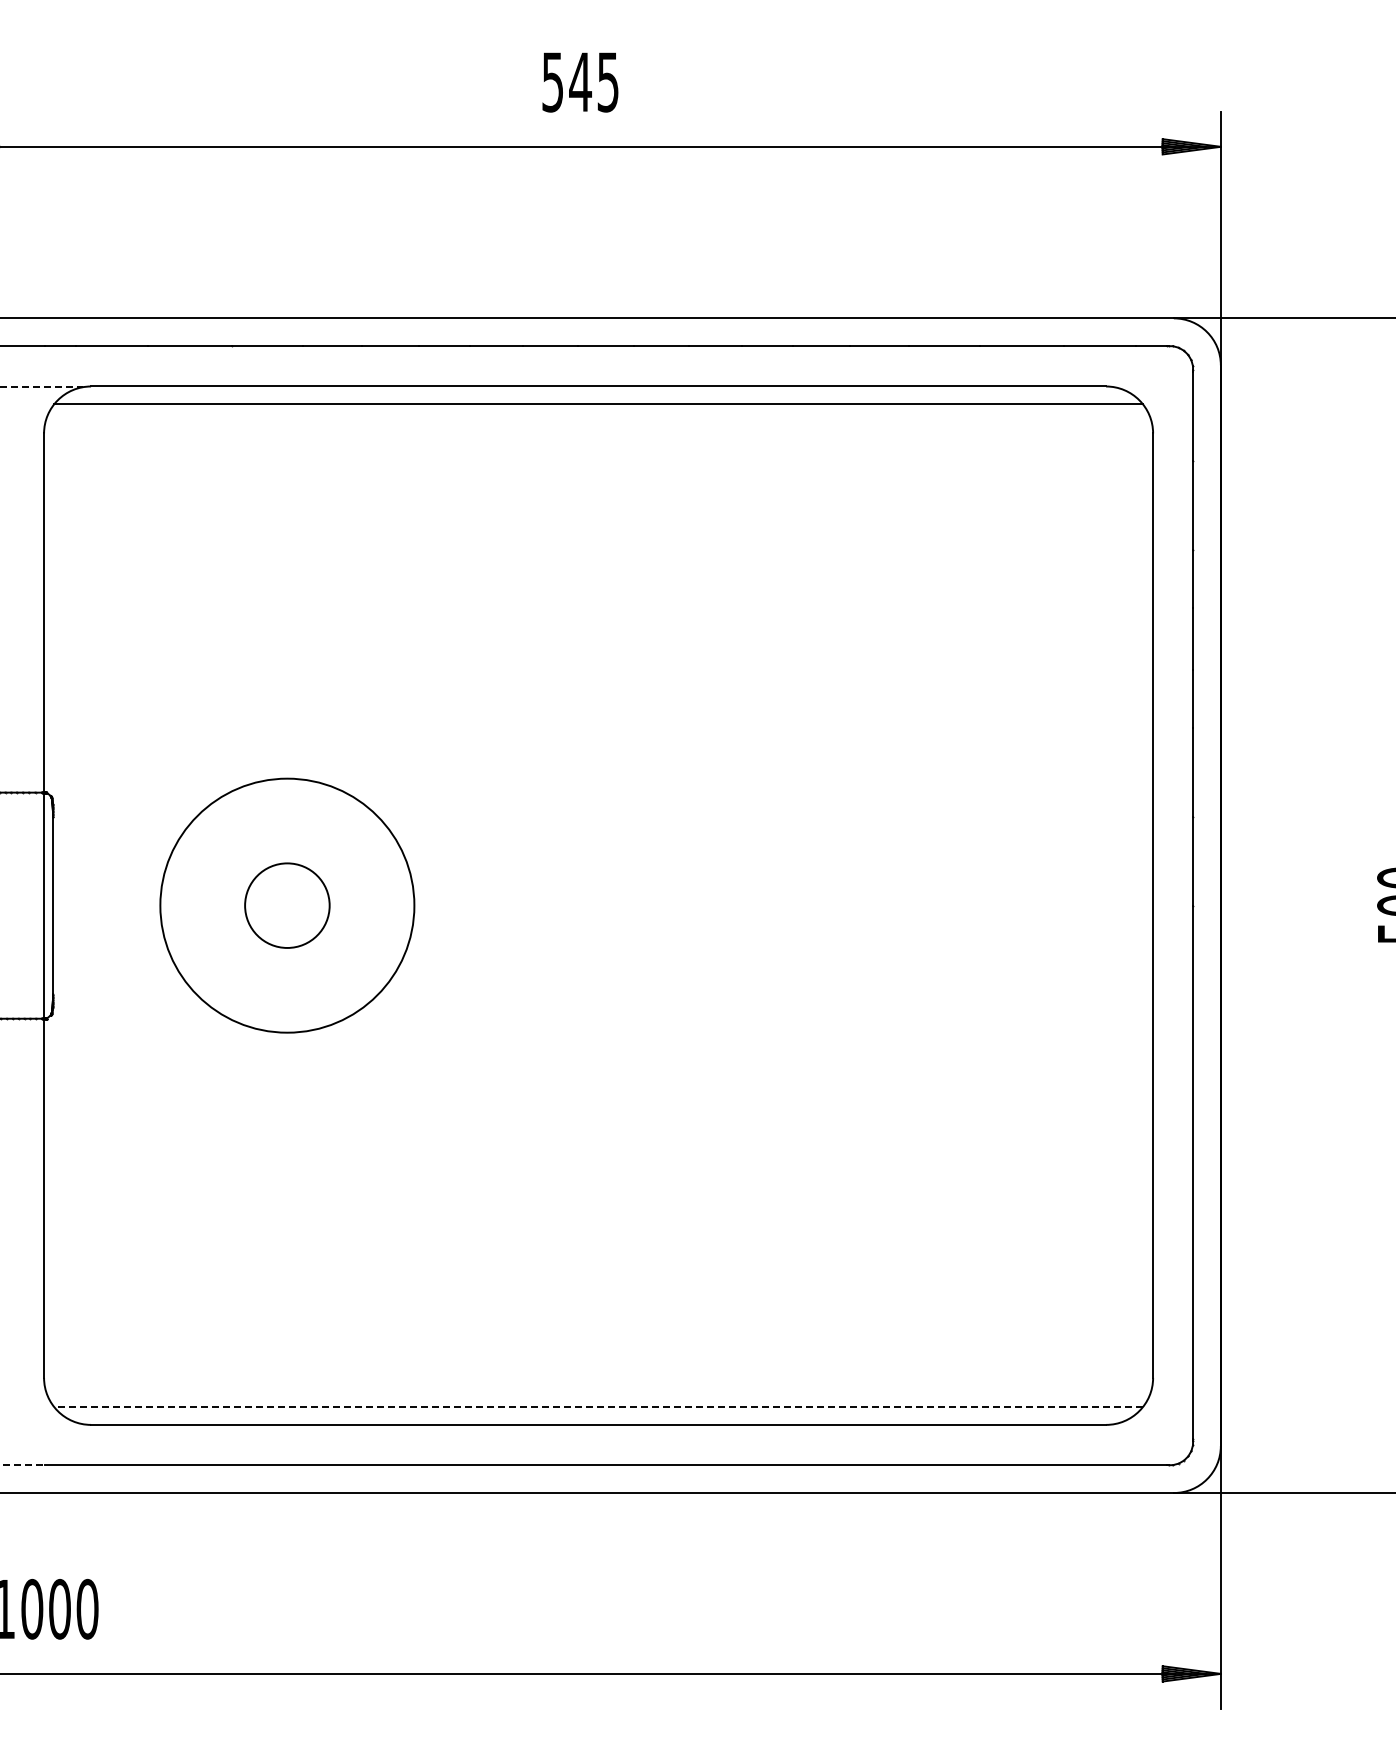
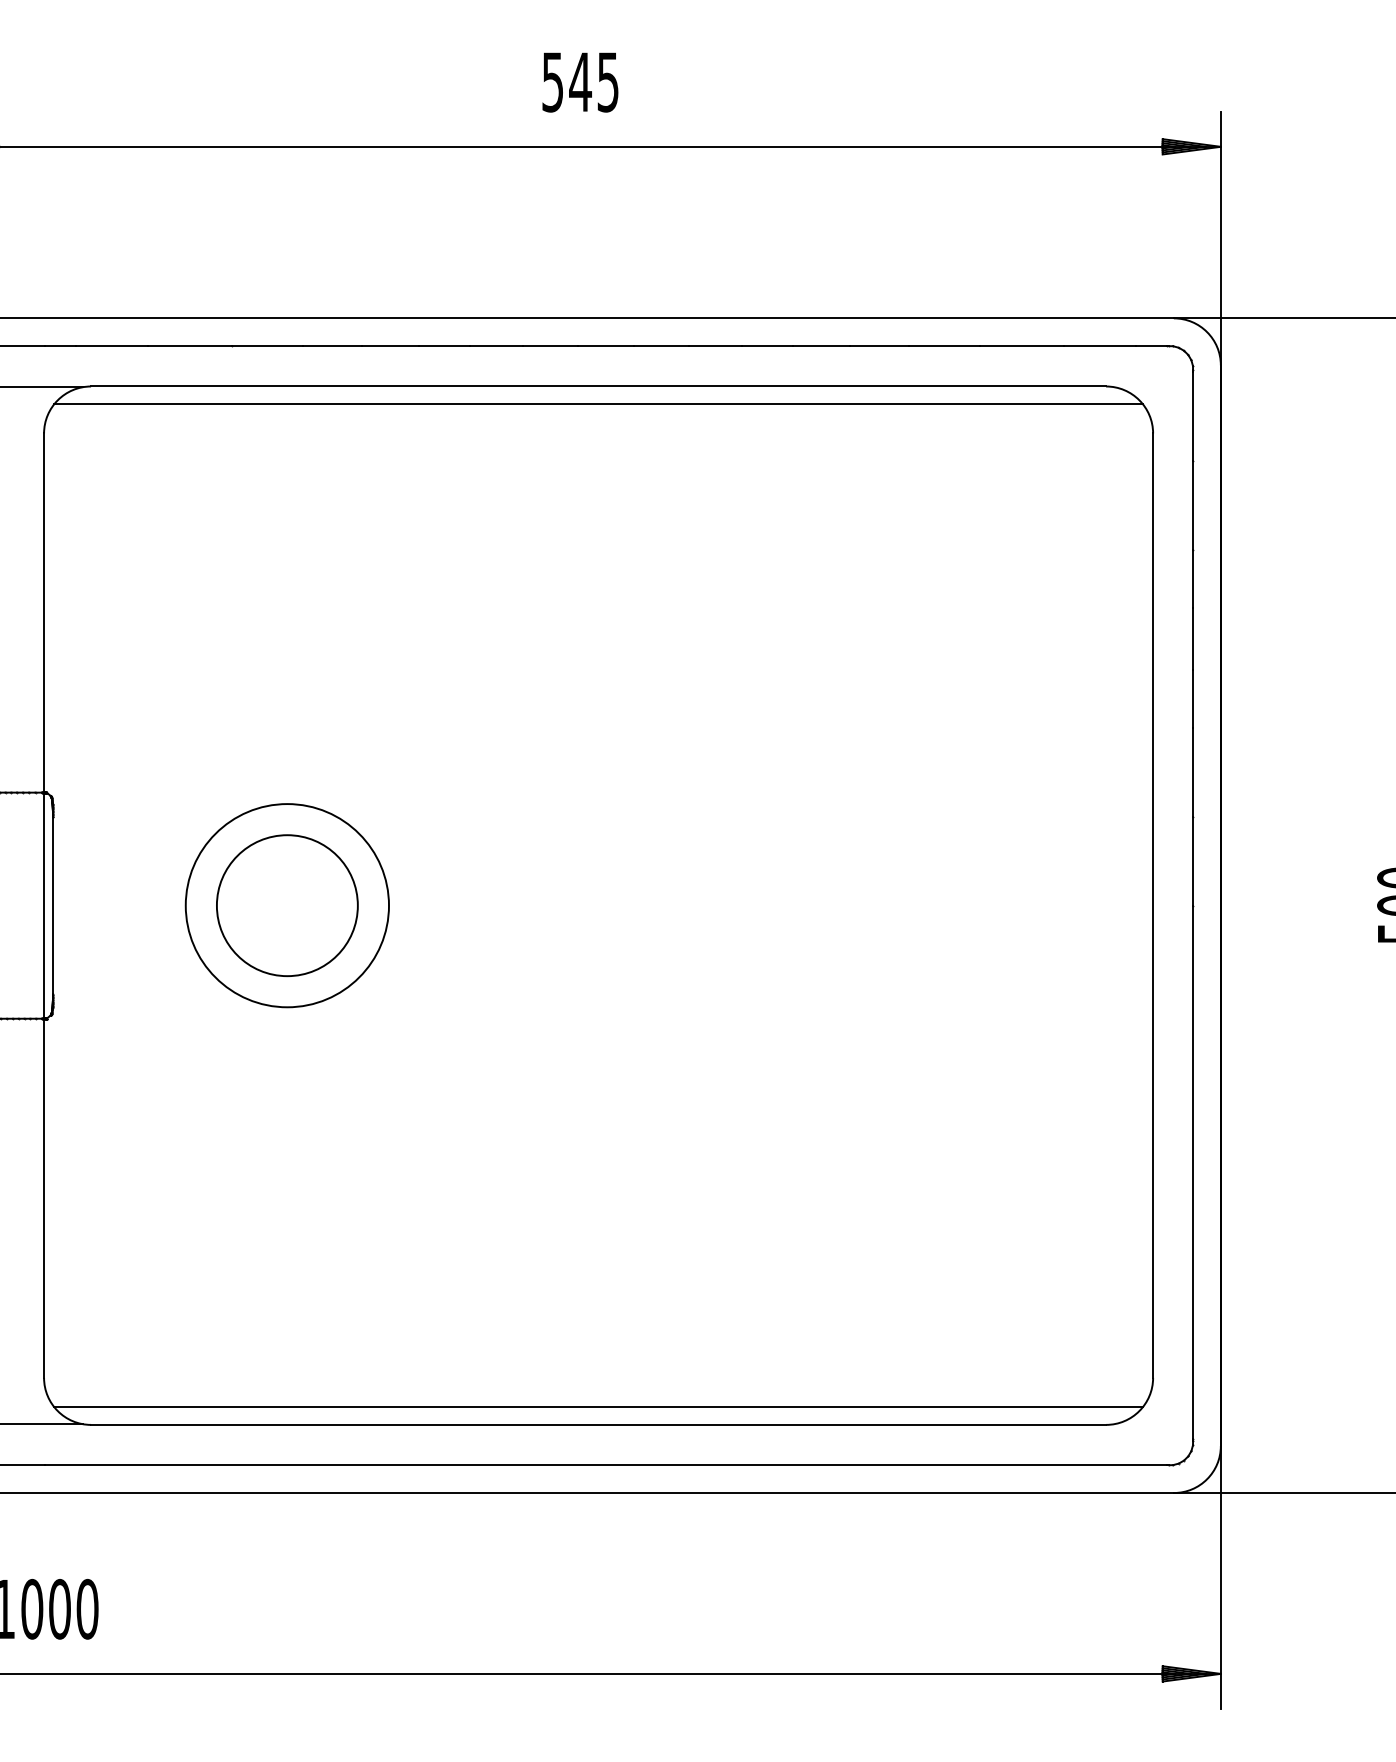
line at (41, 387): dashed -> solid
circle at (287, 905) diameter: 254 px -> 203 px
circle at (287, 905) diameter: 85 px -> 141 px
line at (598, 1407): dashed -> solid
line at (42, 1424): none -> present
line at (22, 1465): dashed -> solid
